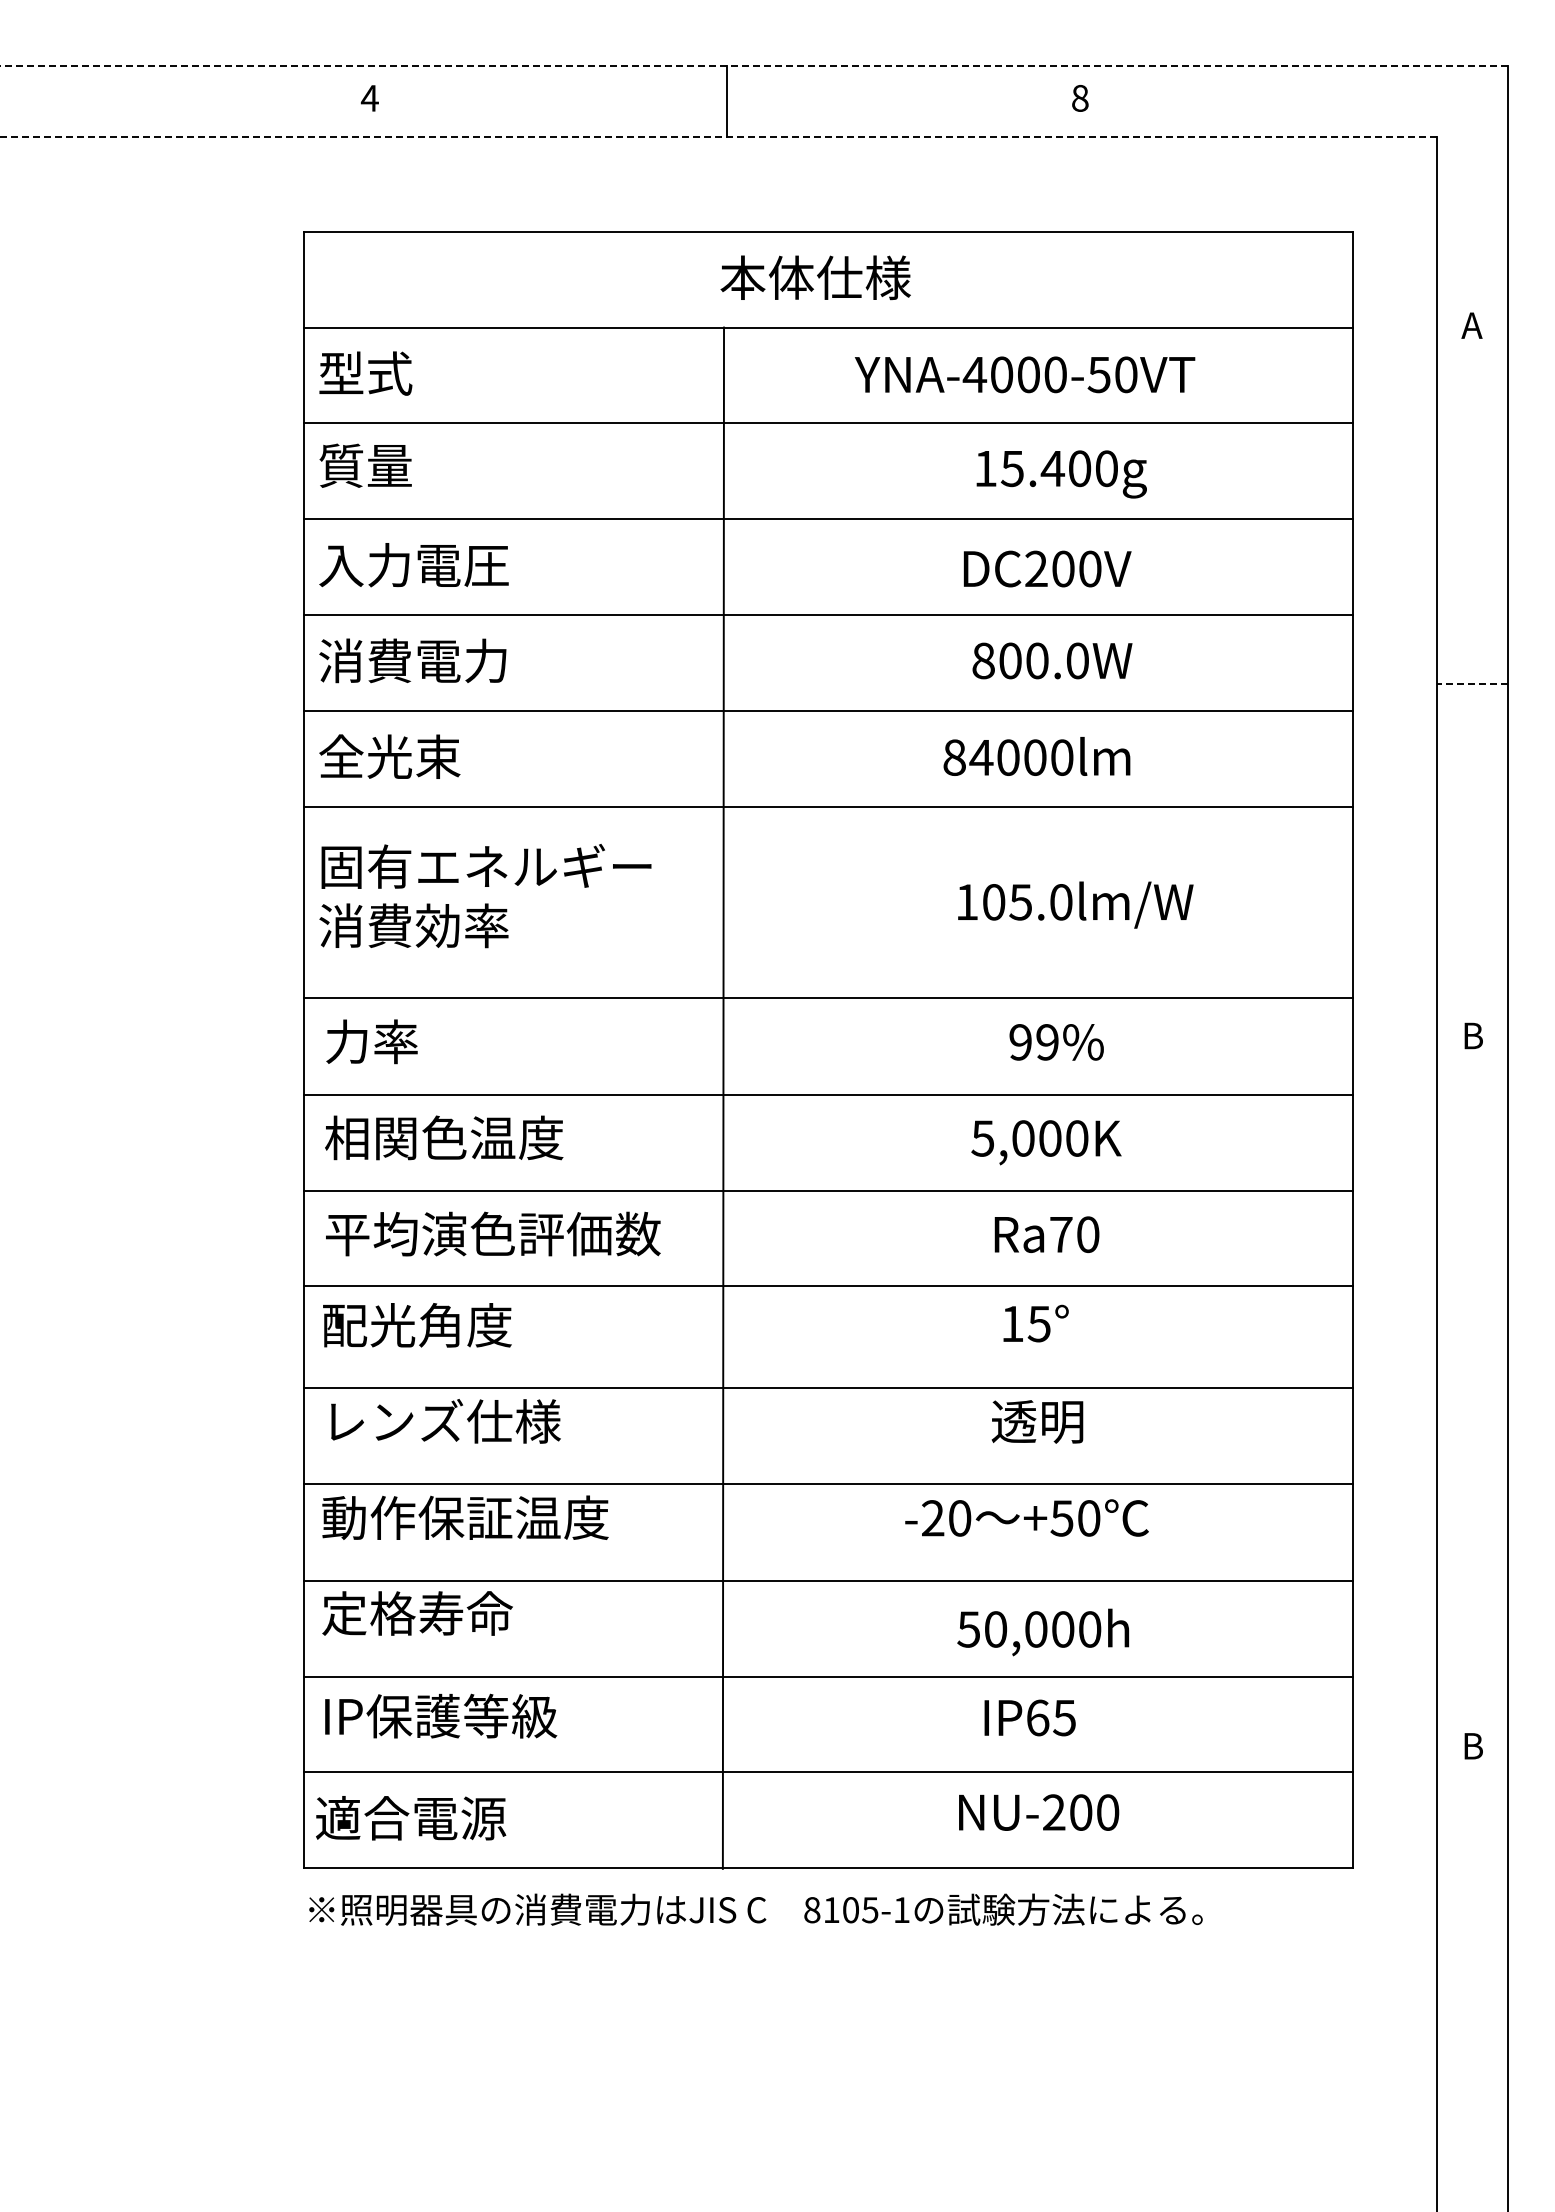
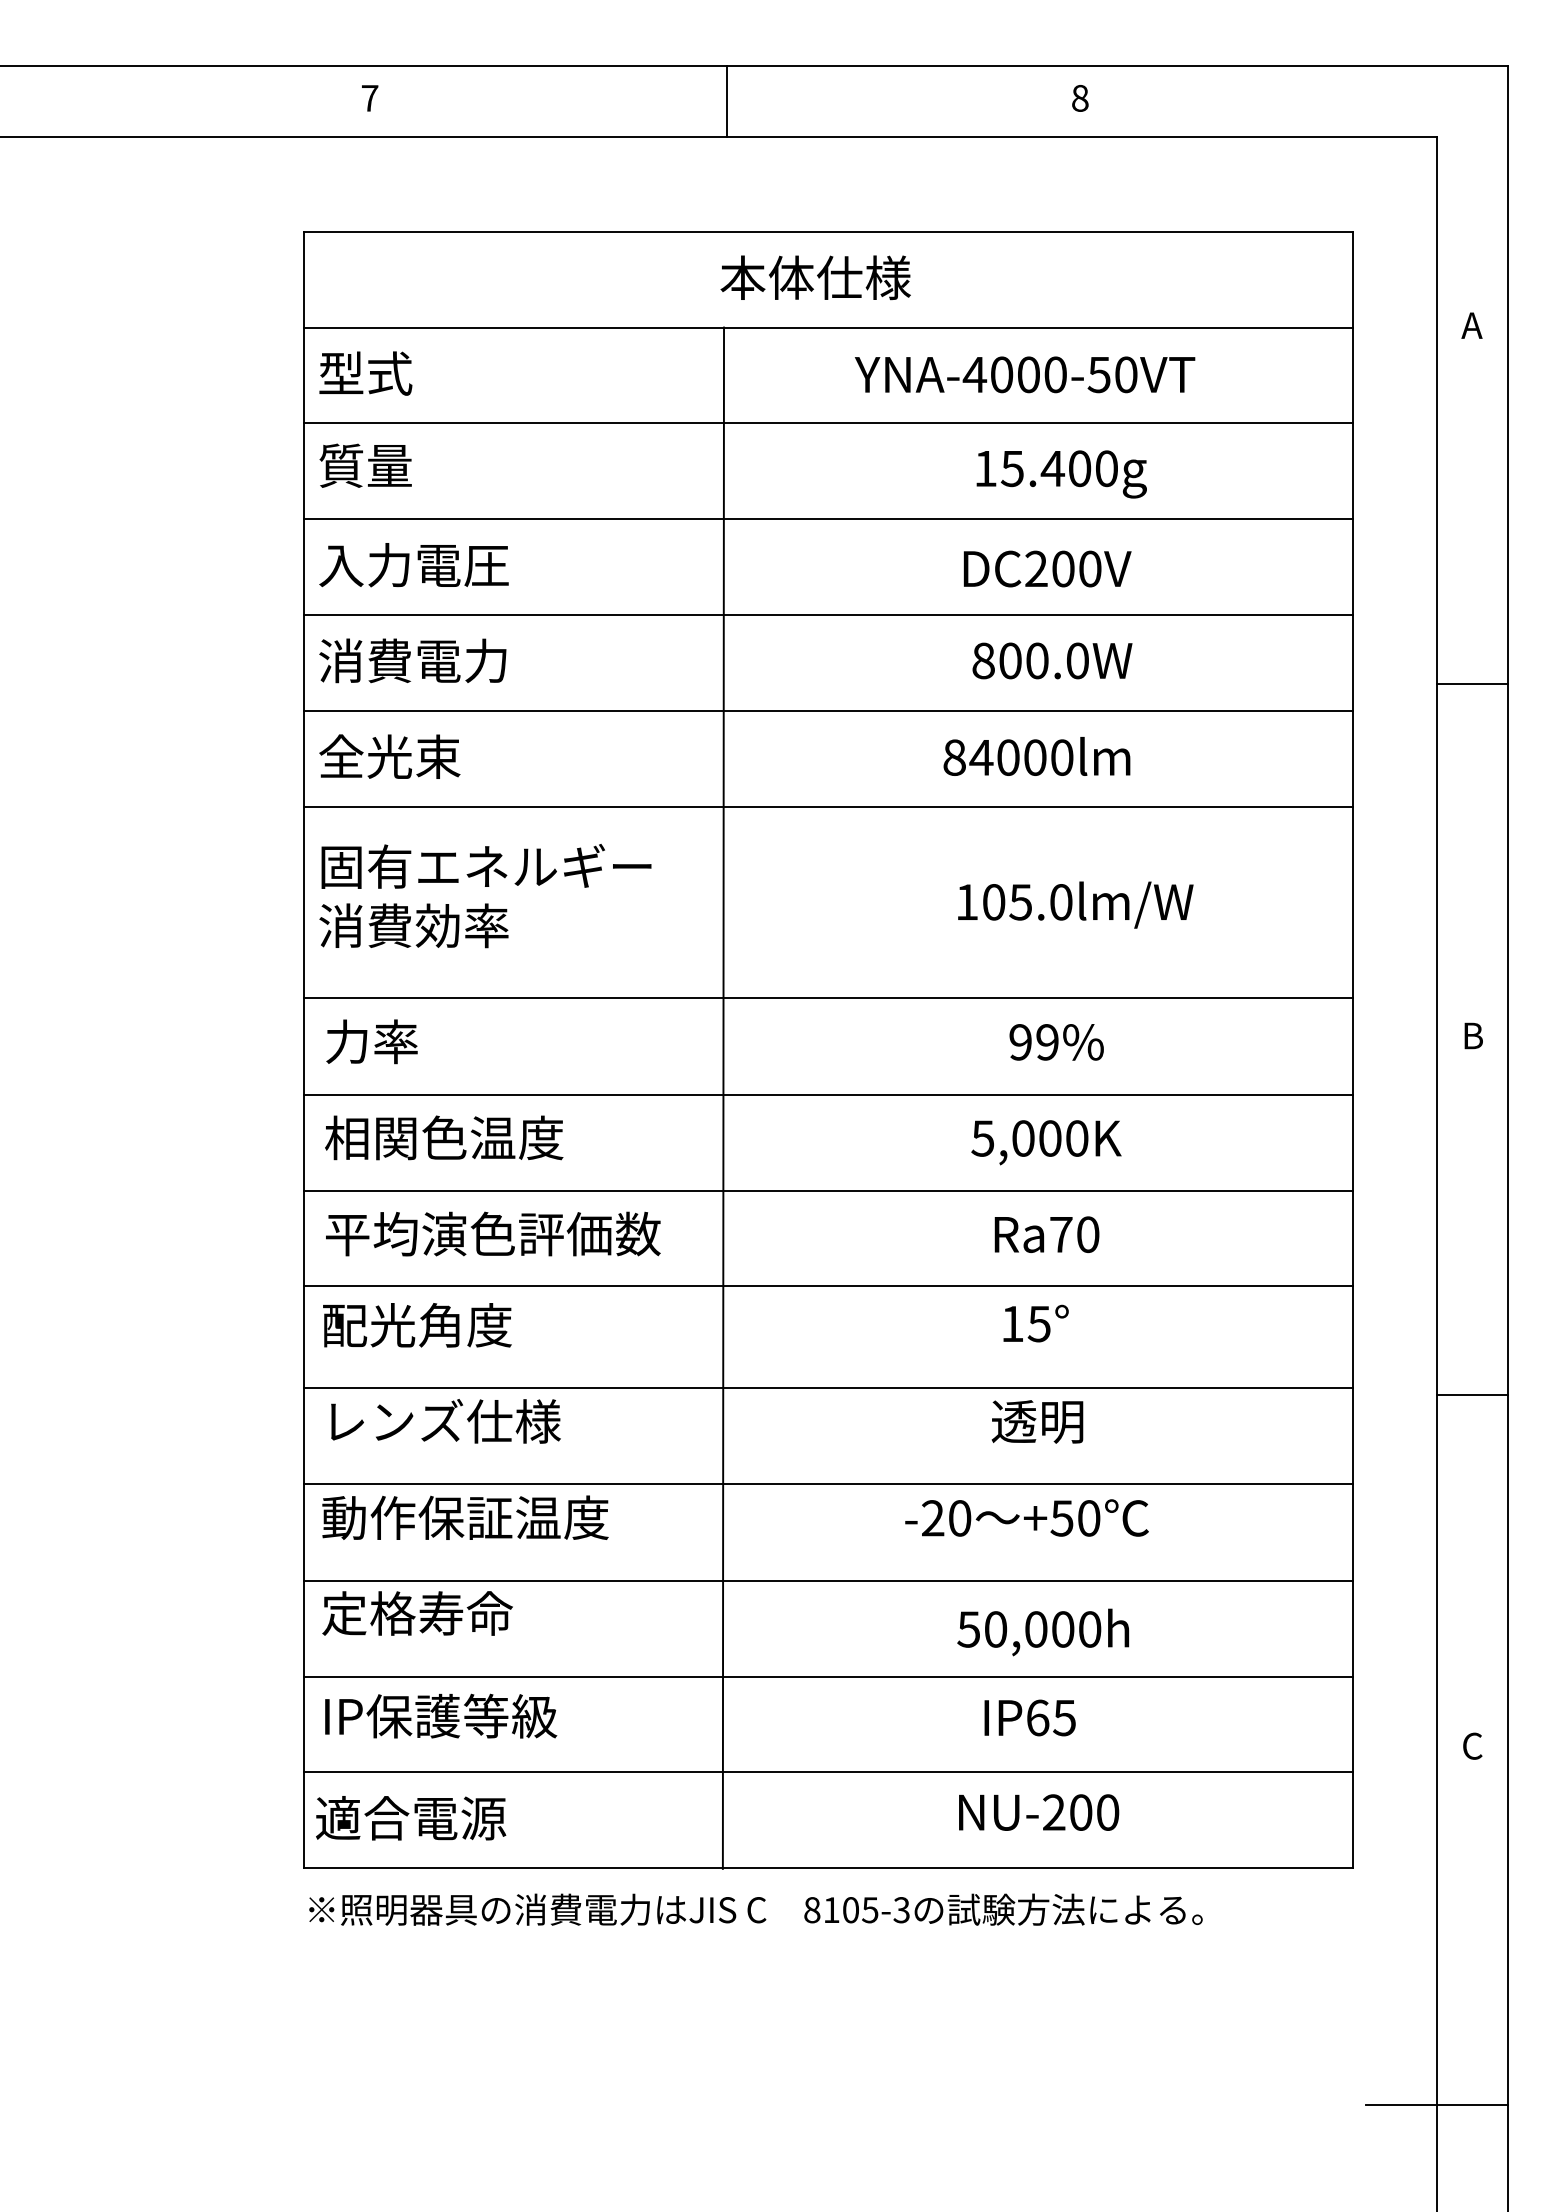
line at (754, 66): dashed -> solid
text at (369, 98): 4 -> 7
line at (718, 137): dashed -> solid
line at (1472, 684): dashed -> solid
line at (1472, 1394): none -> present
text at (1472, 1745): B -> C
text at (901, 1910): 8105-1 -> 8105-3
line at (1437, 2104): none -> present
